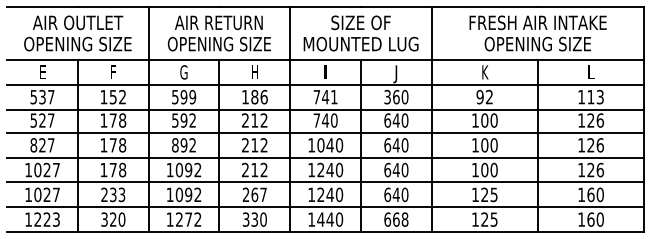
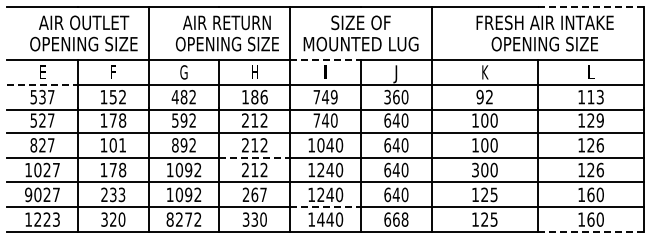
line at (591, 6): solid -> dashed
text at (77, 33) position: (77, 33) -> (83, 33)
text at (218, 33) position: (218, 33) -> (226, 33)
text at (537, 33) position: (537, 33) -> (544, 33)
line at (326, 60): solid -> dashed
line at (43, 84): solid -> dashed
text at (333, 96): 741 -> 749
text at (183, 97): 599 -> 482
text at (599, 120): 126 -> 129
text at (117, 145): 178 -> 101
line at (255, 157): solid -> dashed
text at (475, 169): 100 -> 300
text at (28, 194): 1027 -> 9027
line at (326, 207): solid -> dashed
text at (169, 219): 1272 -> 8272
line at (591, 232): solid -> dashed
